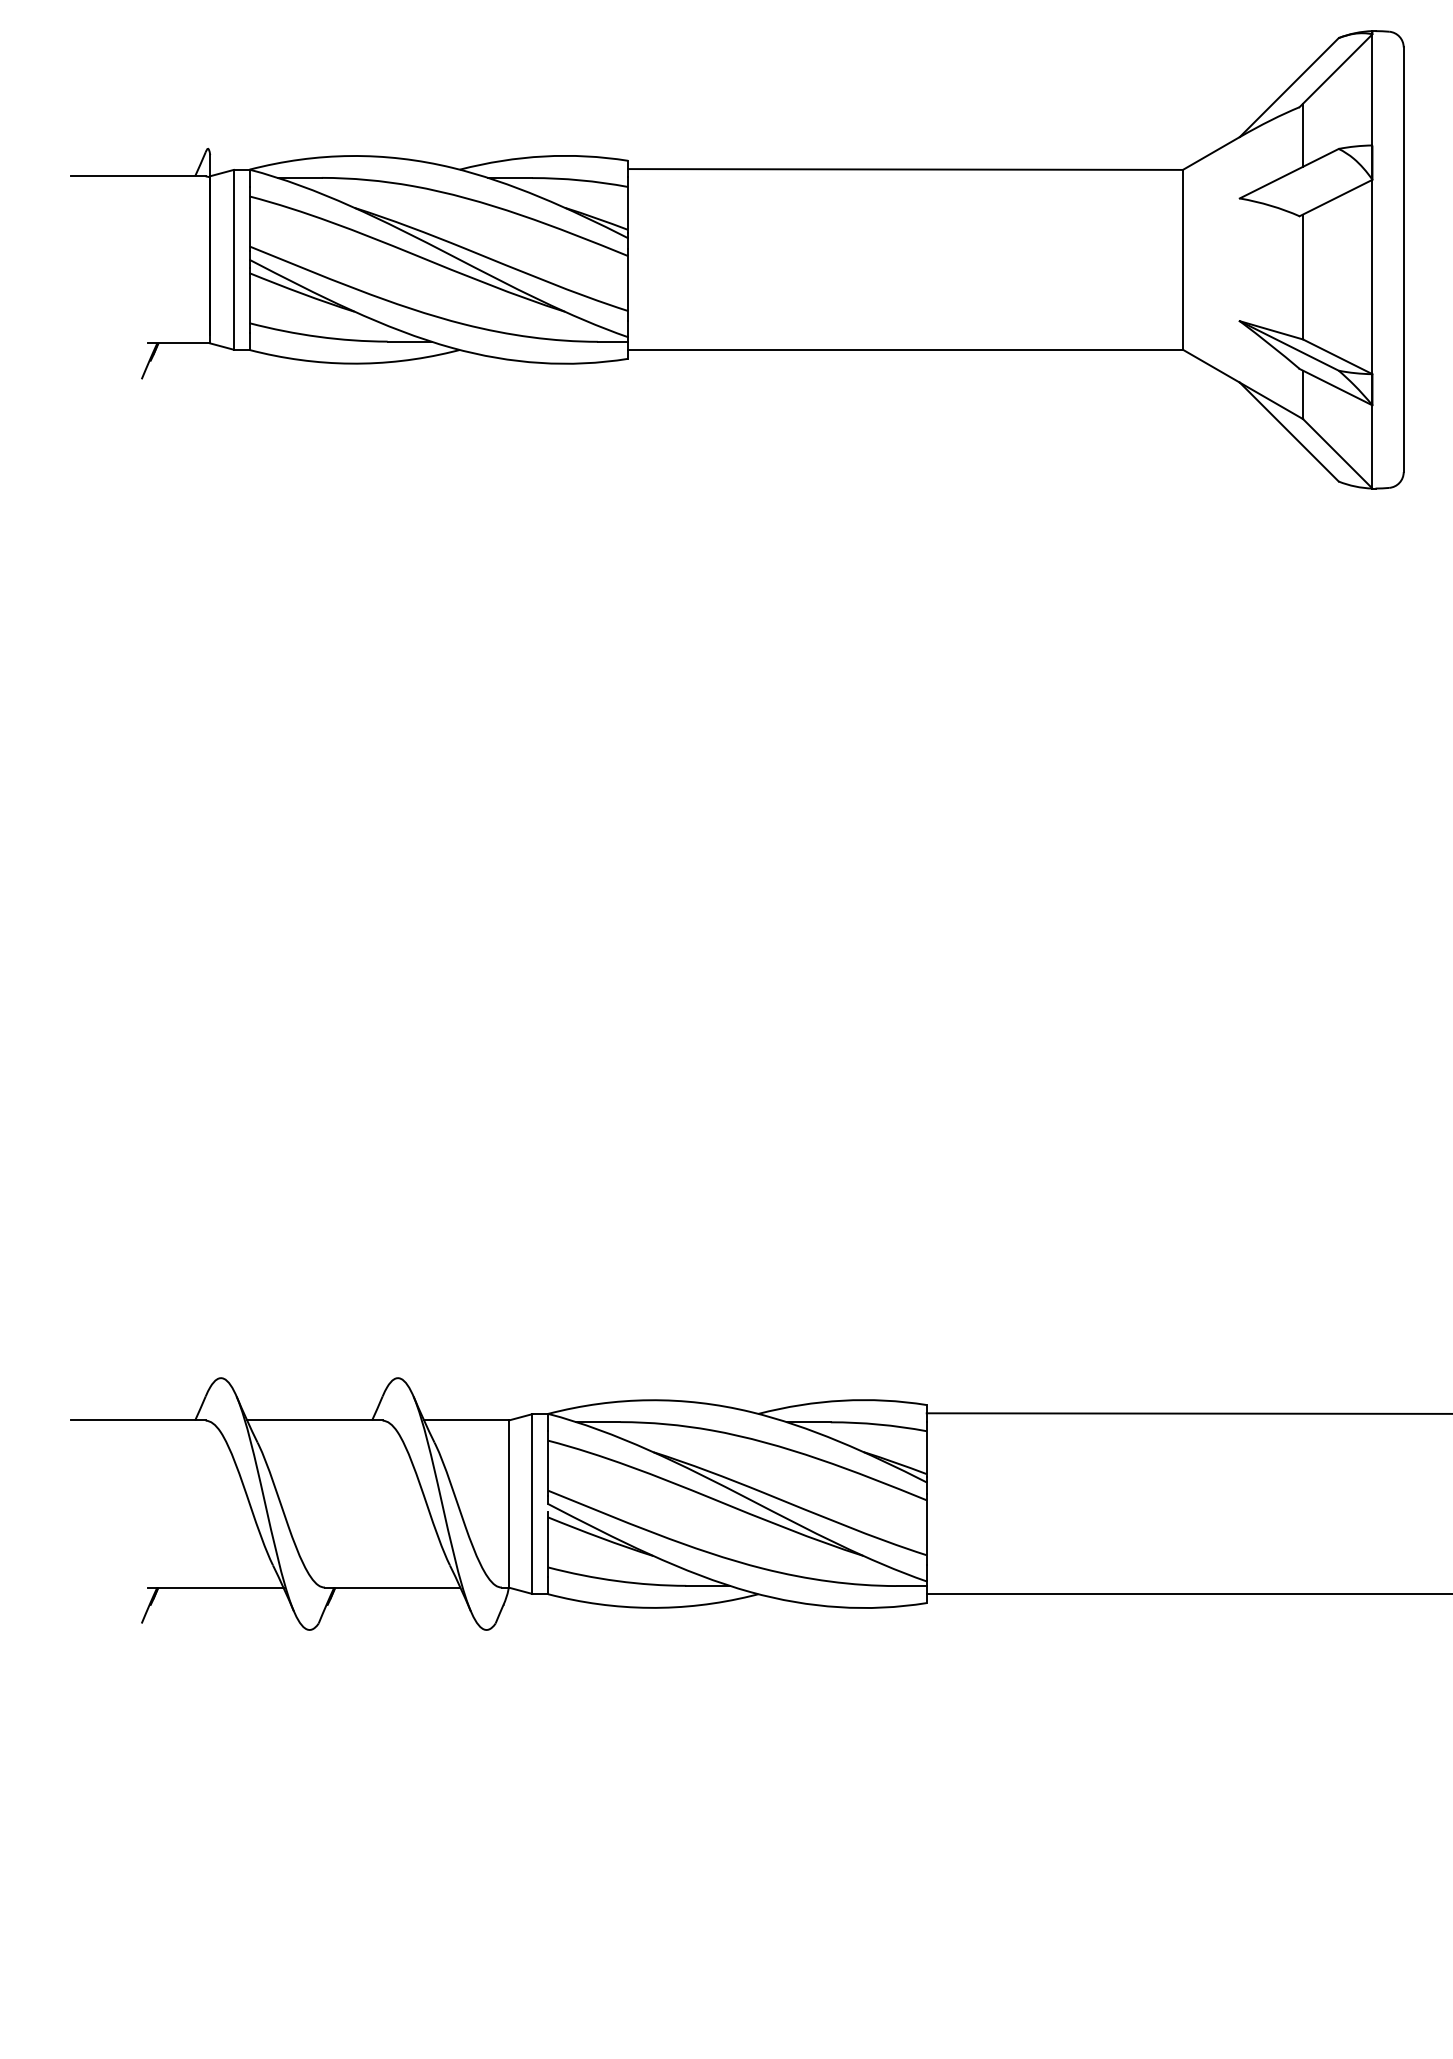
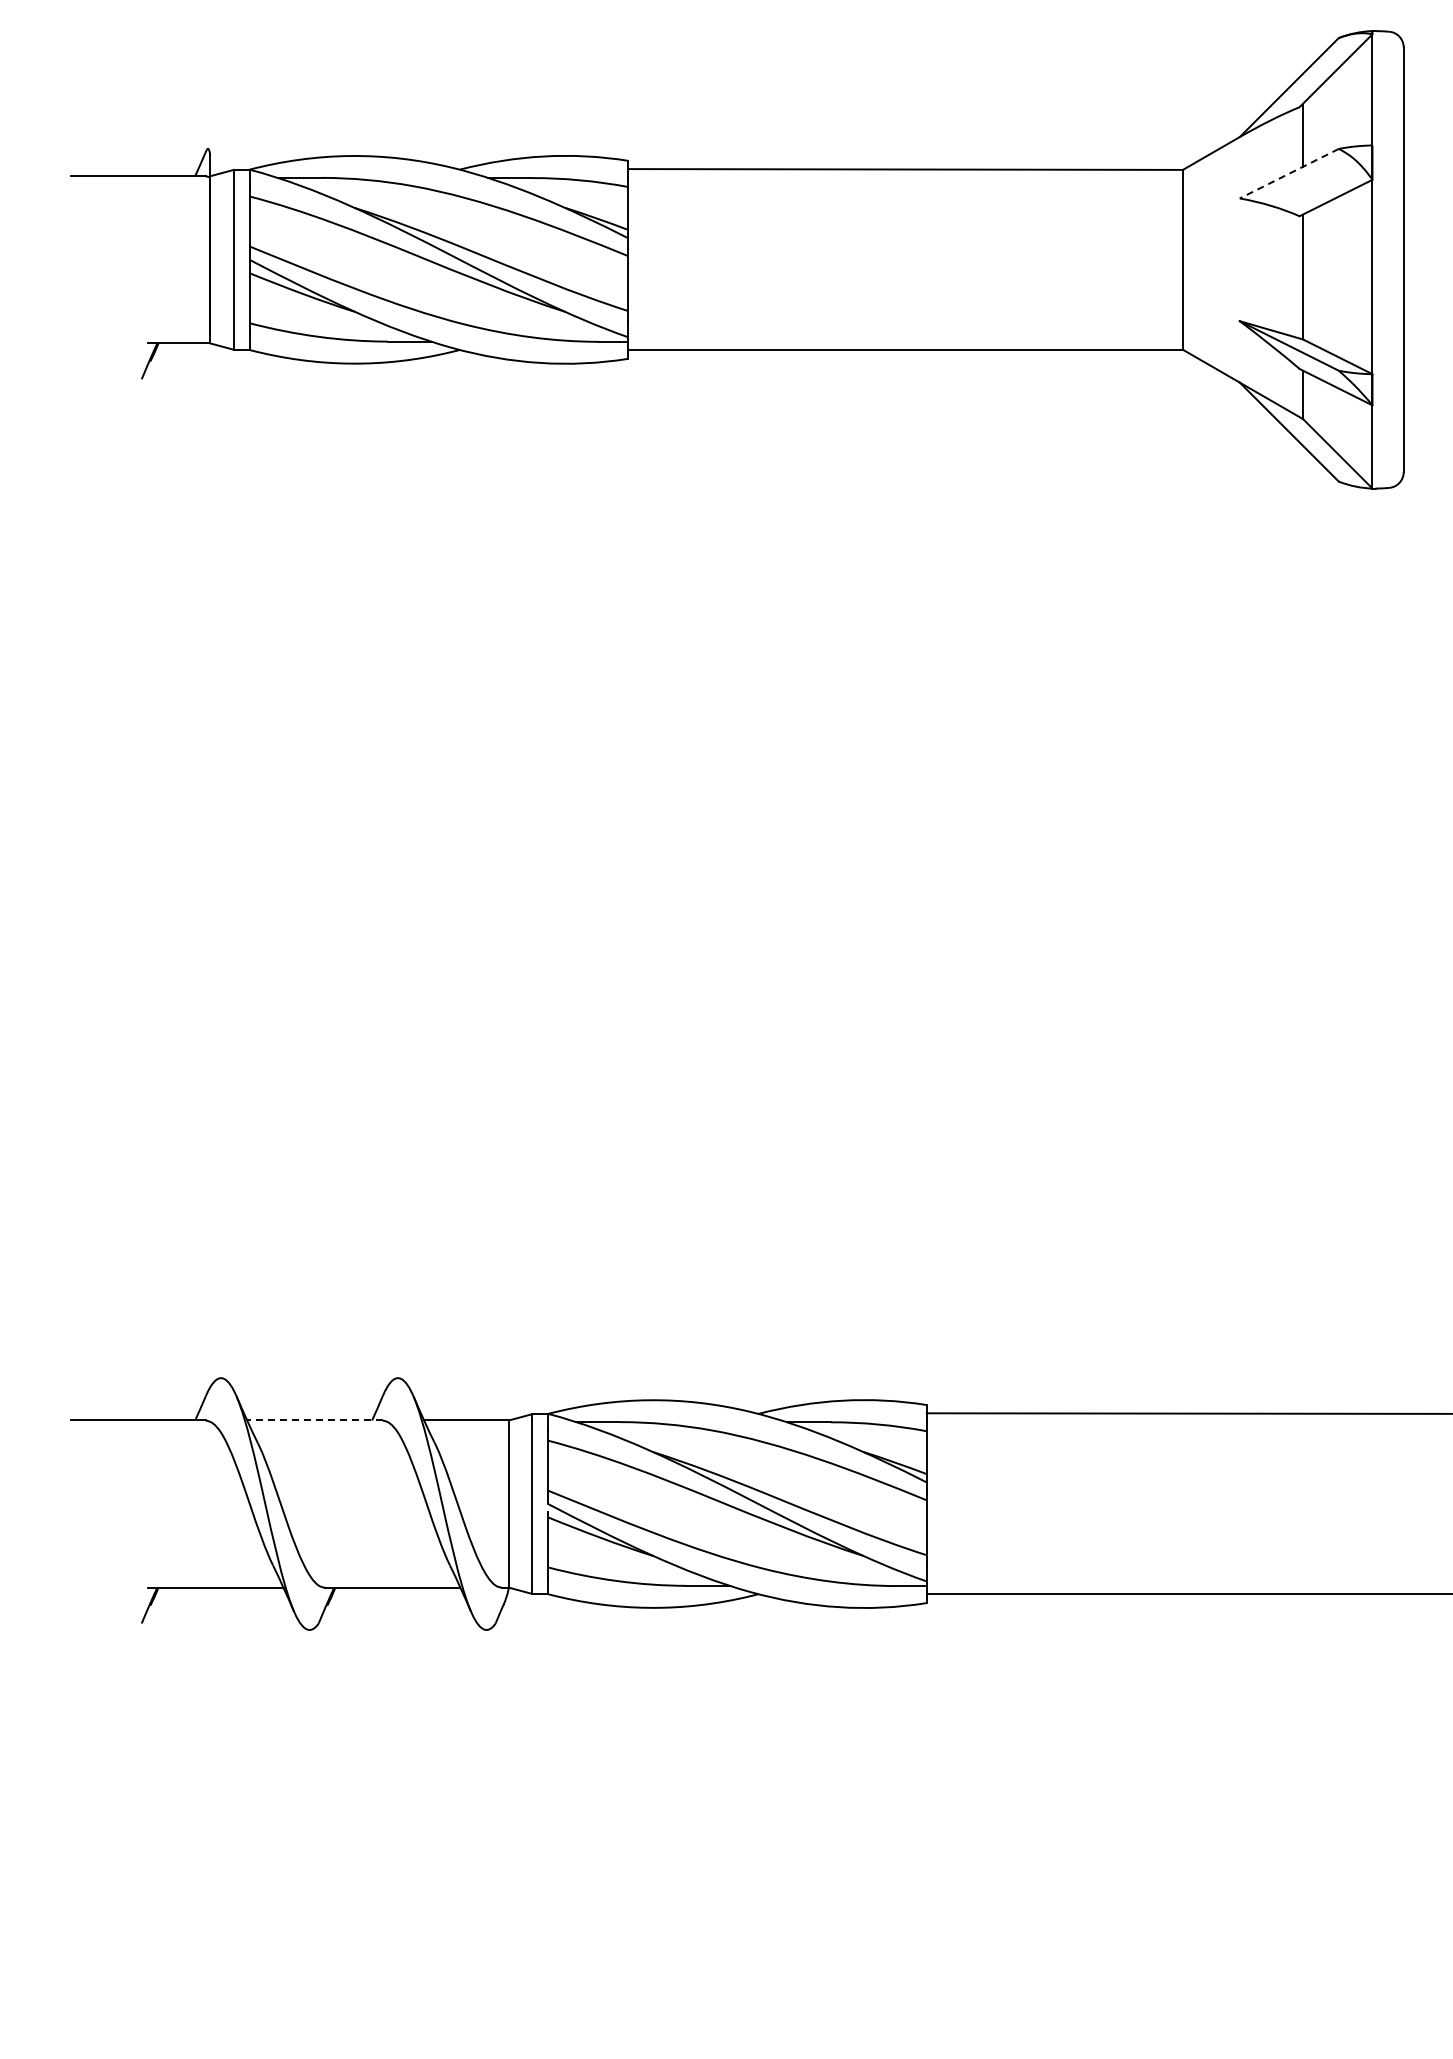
line at (1288, 173): solid -> dashed
line at (315, 1420): solid -> dashed
